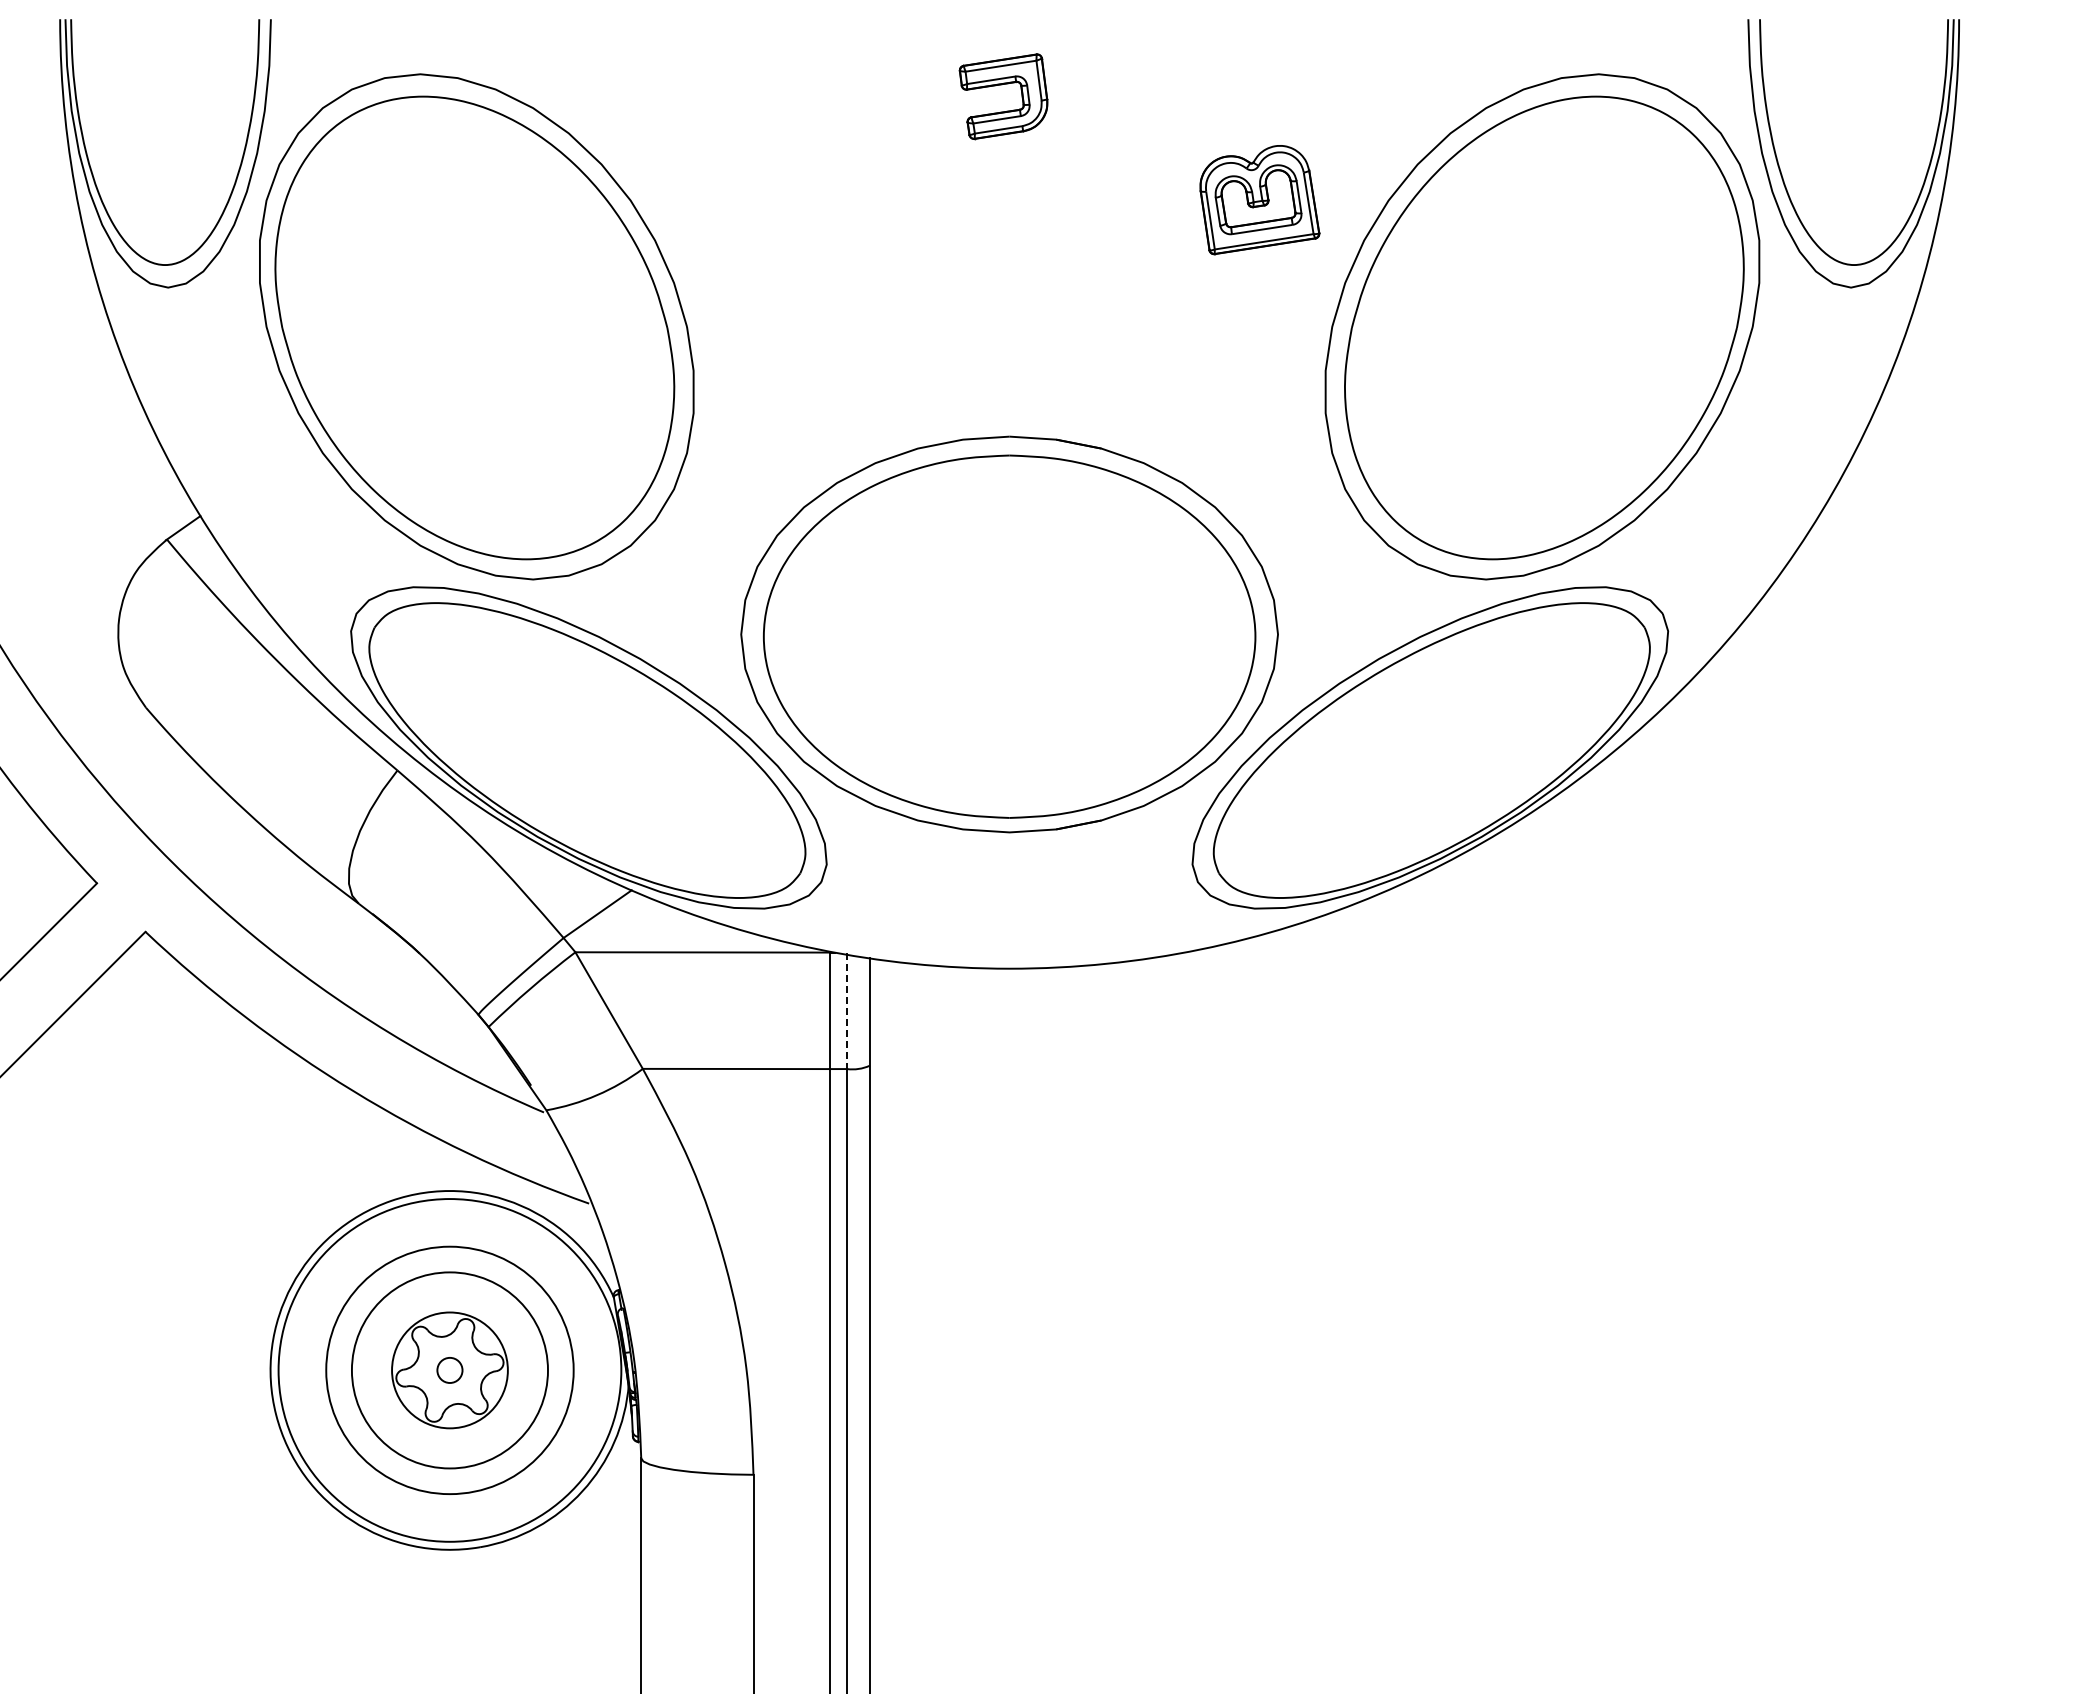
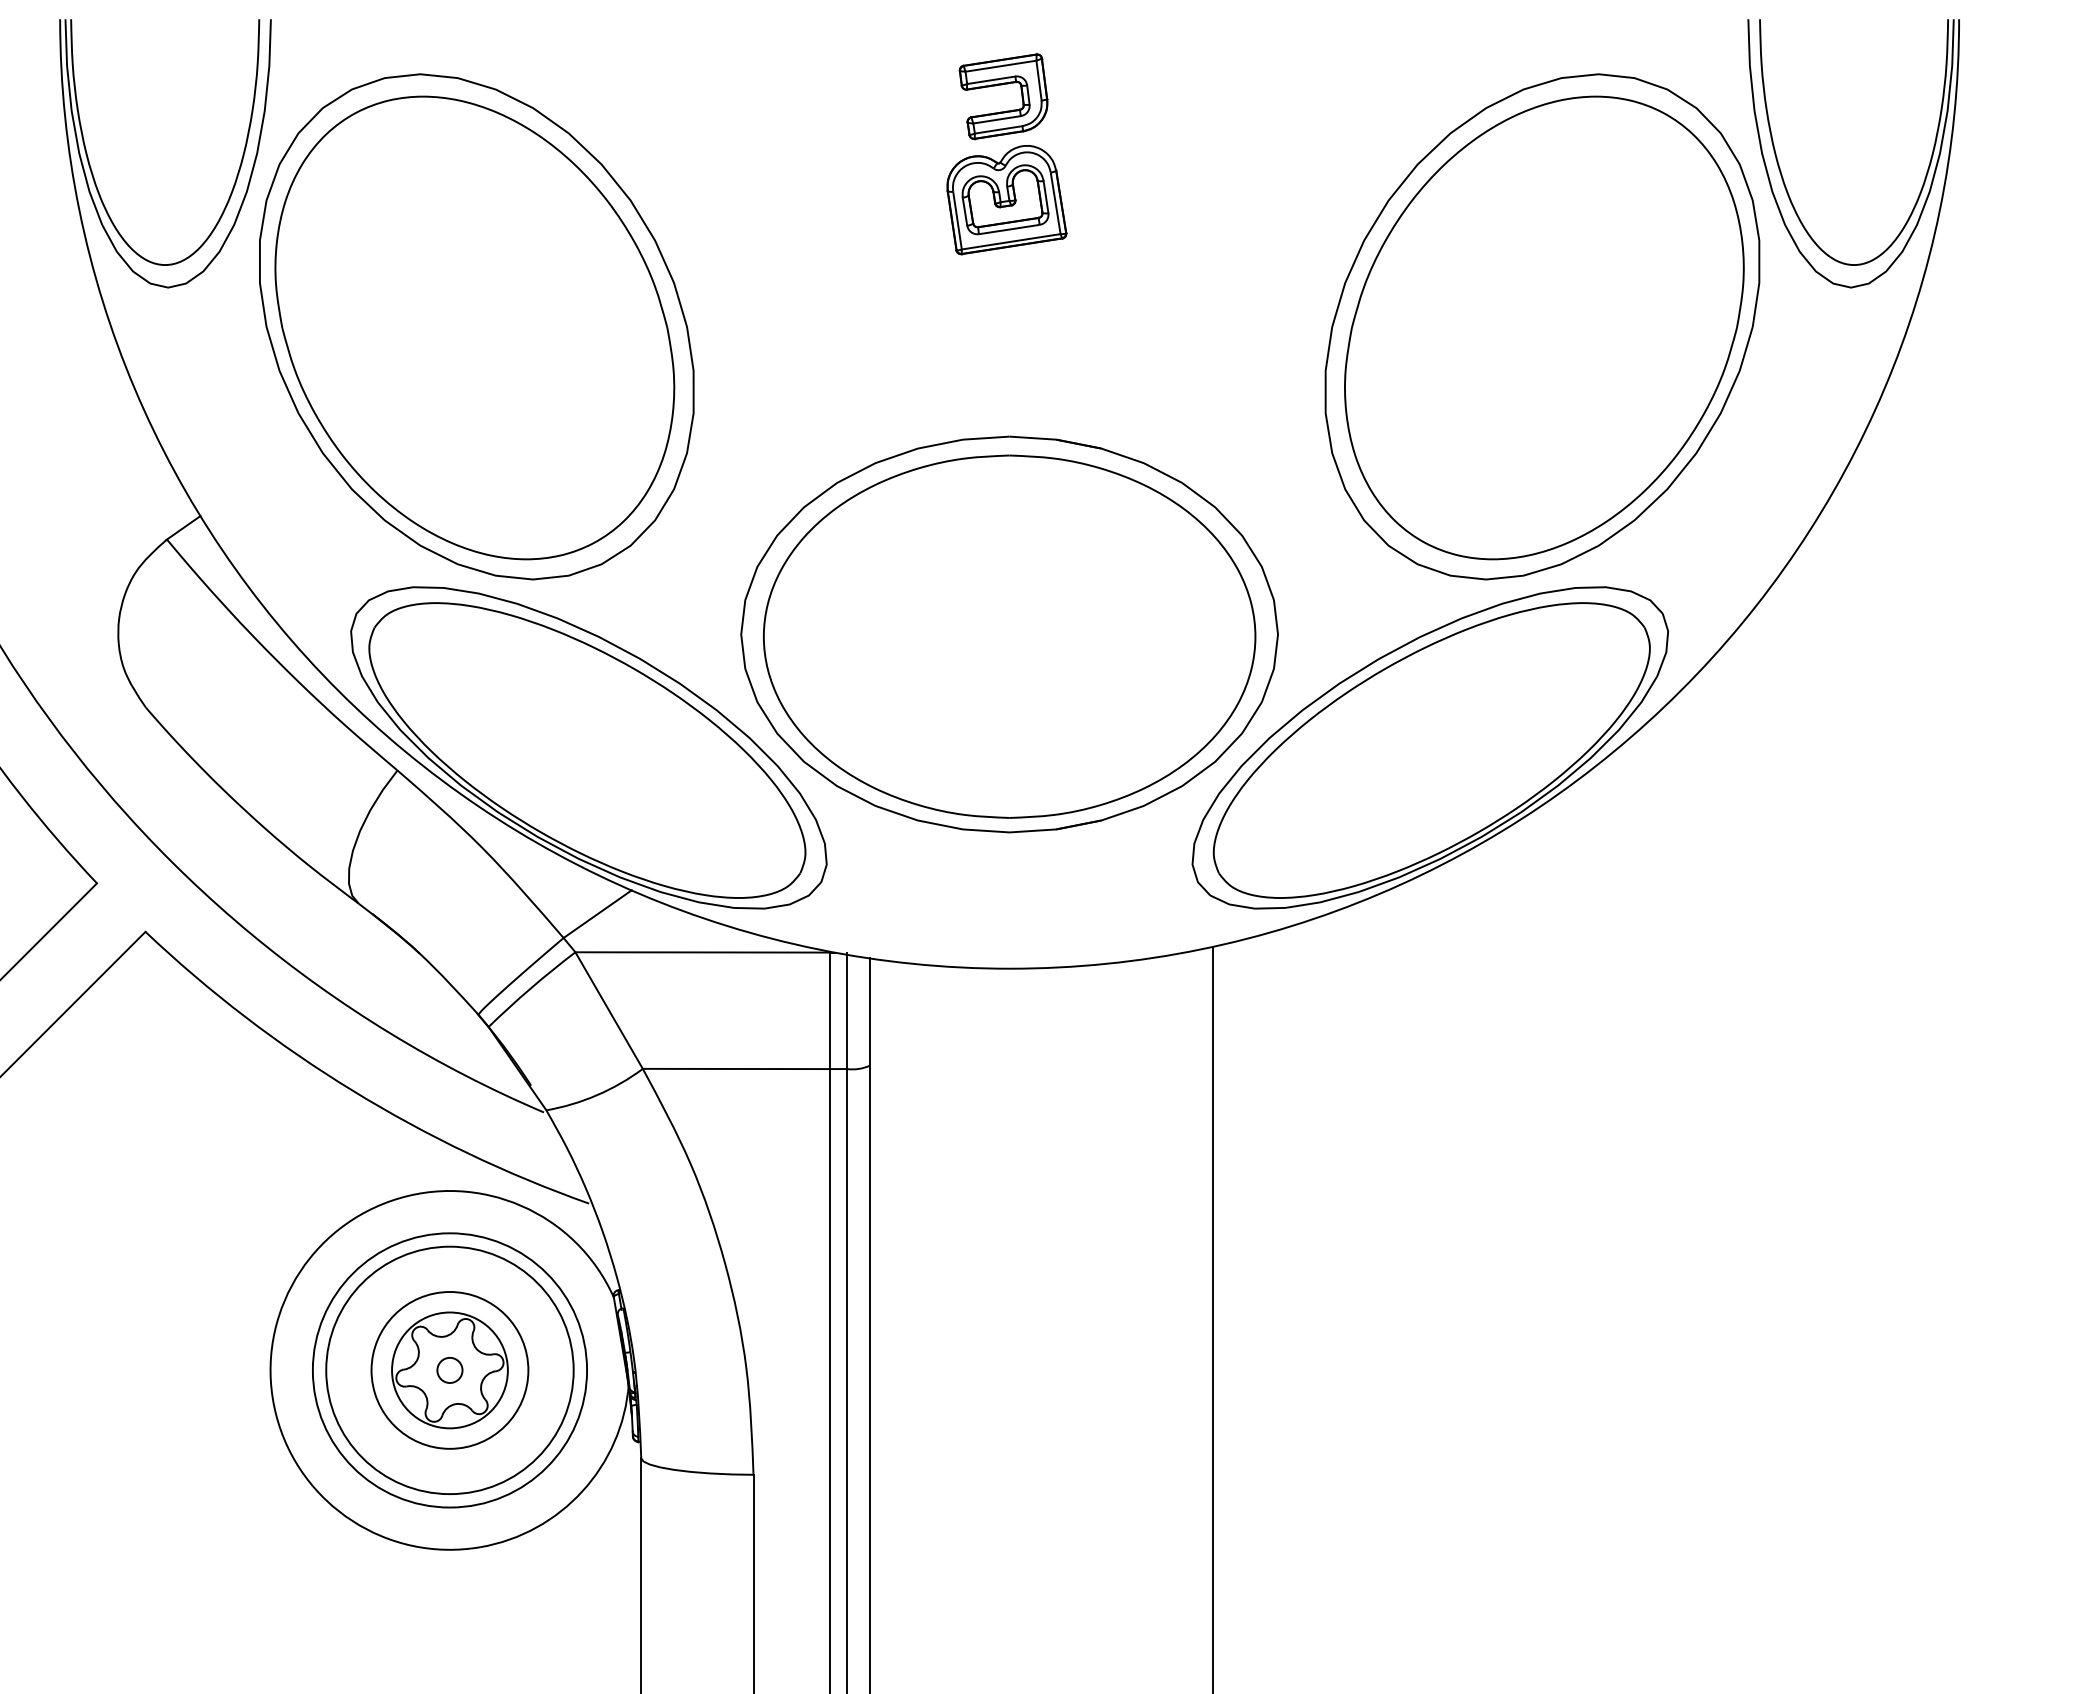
part at (1259, 200) position: (1259, 200) -> (1006, 200)
line at (847, 1011): dashed -> solid
line at (1212, 1318): none -> present
circle at (449, 1370) diameter: 196 px -> 157 px
circle at (449, 1370) diameter: 343 px -> 274 px
